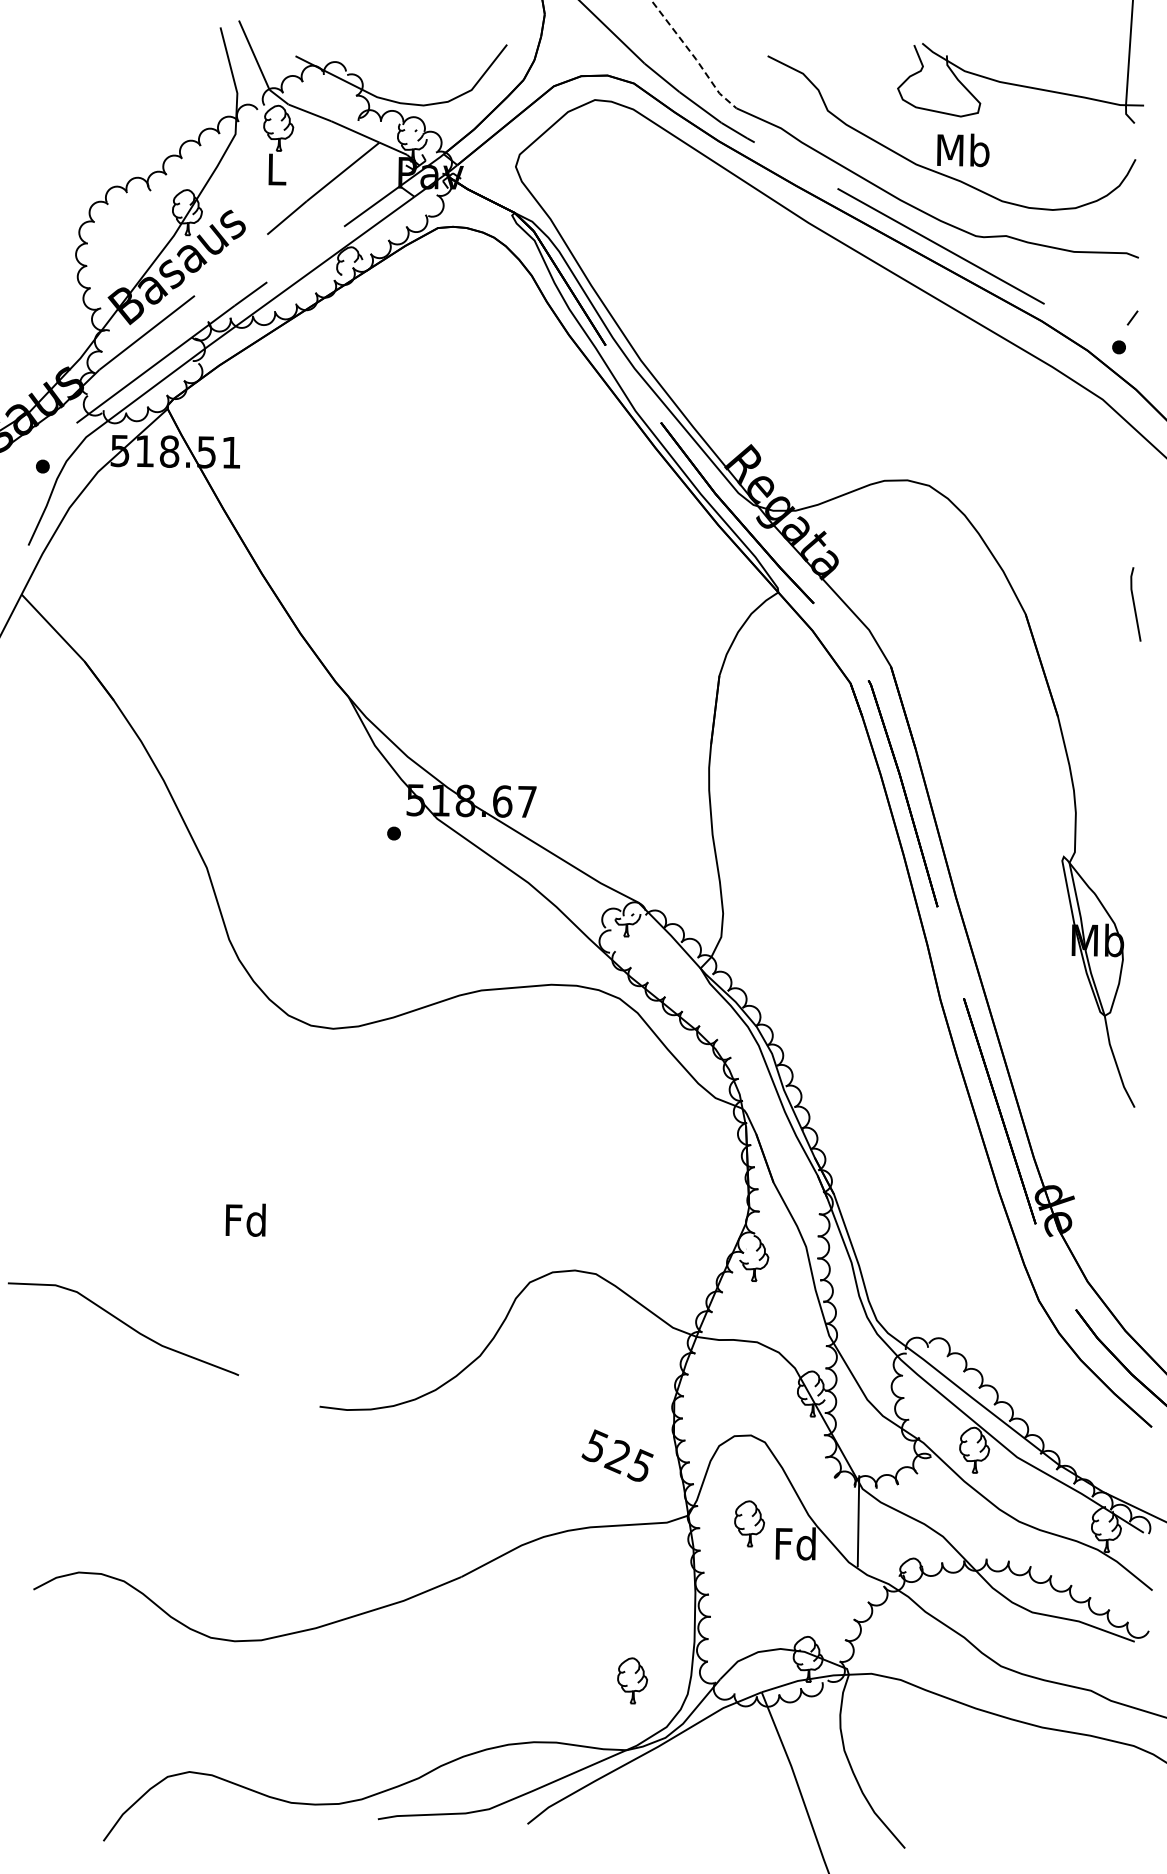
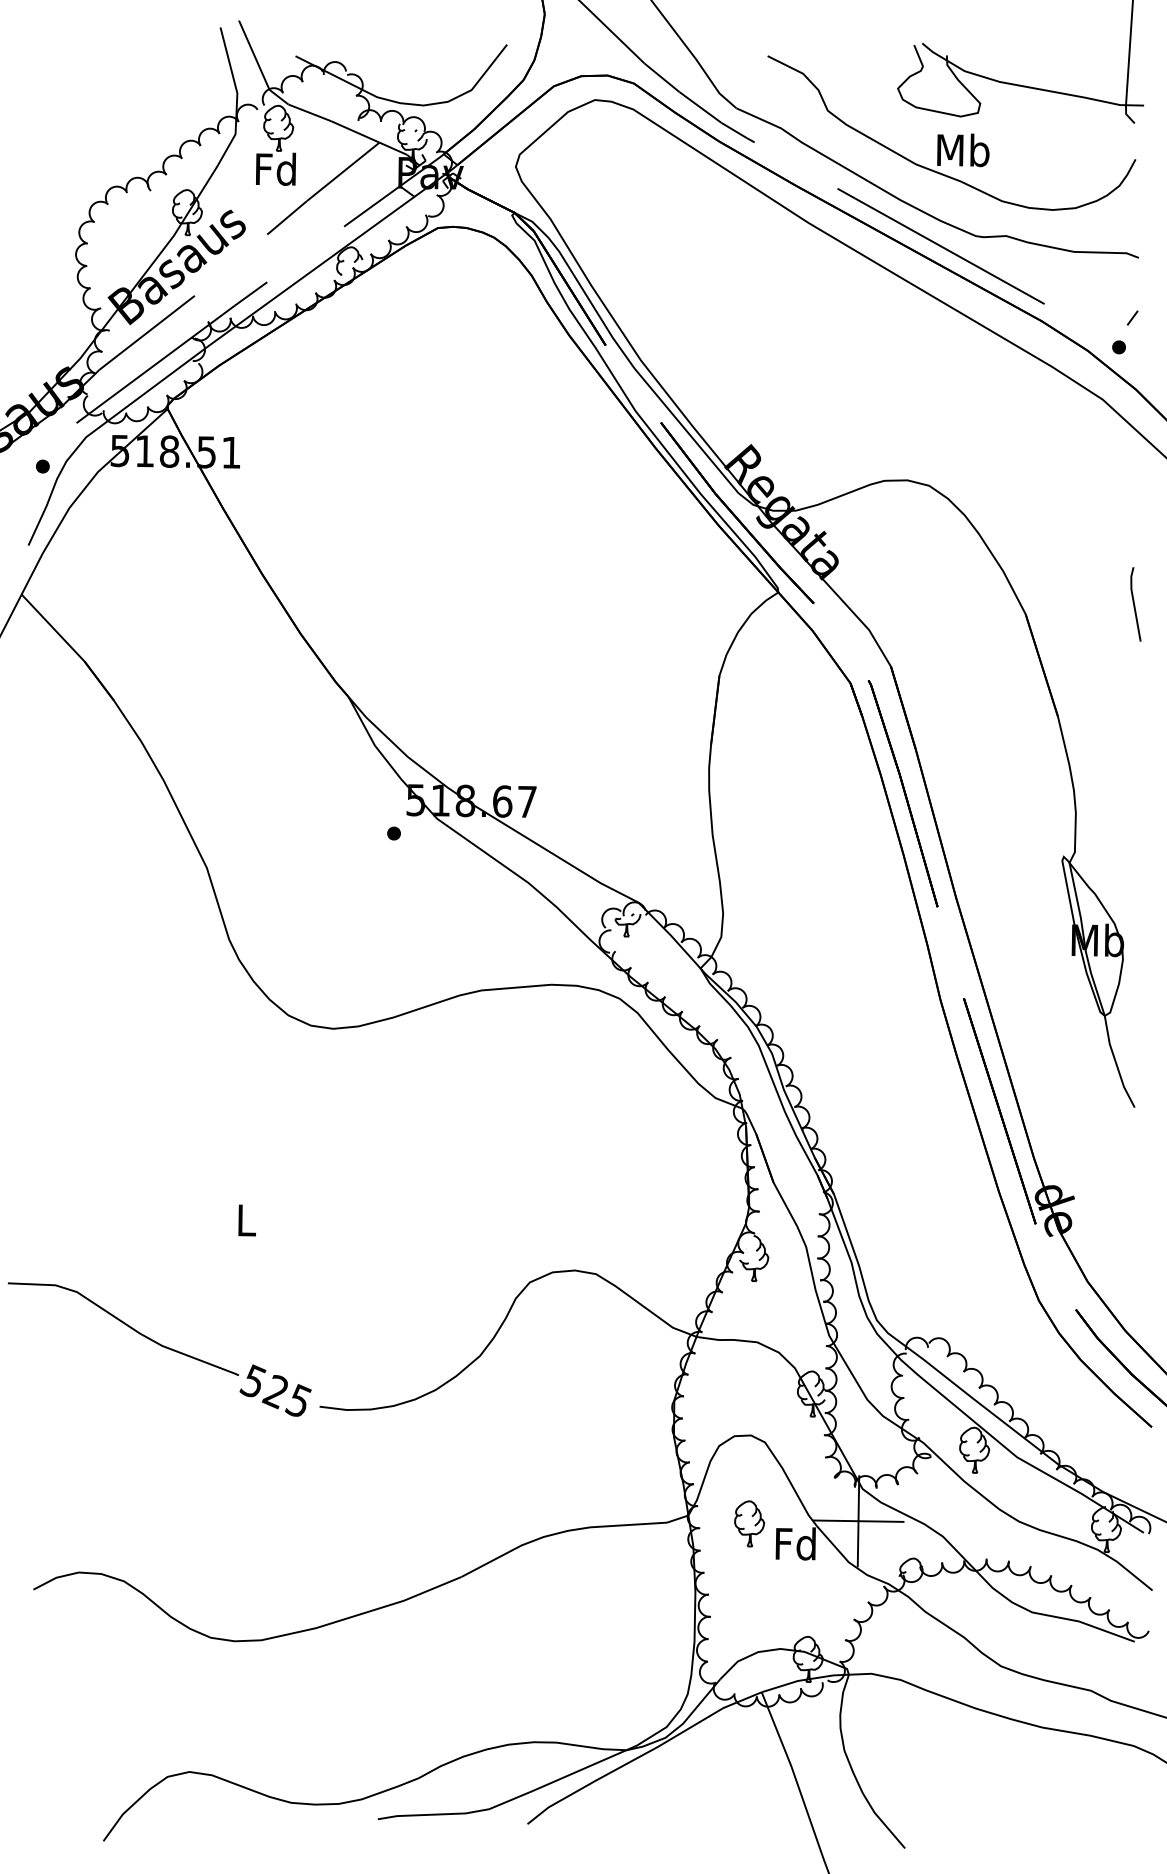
line at (693, 56): dashed -> solid
text at (276, 168): L -> Fd
text at (245, 1219): Fd -> L
text at (617, 1455) position: (617, 1455) -> (275, 1390)
line at (858, 1520): none -> present
part at (632, 1680): present -> none
